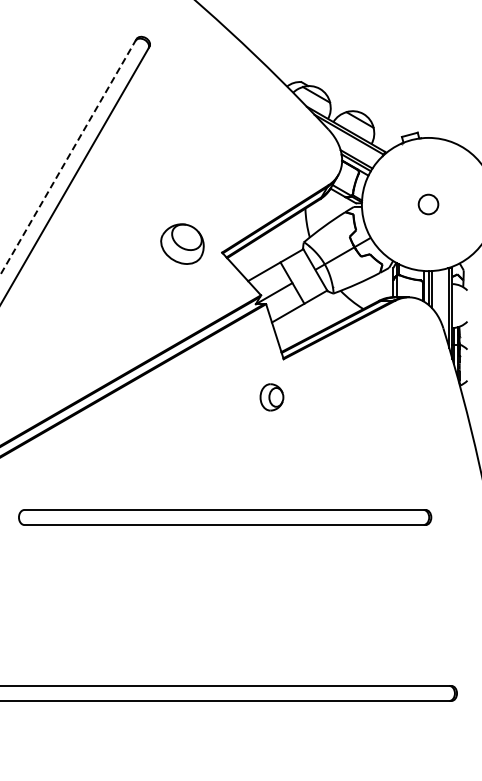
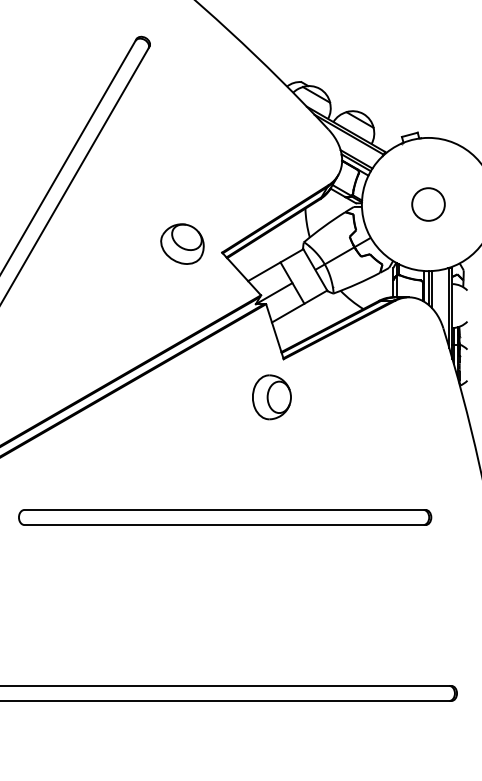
line at (68, 157): dashed -> solid
circle at (428, 204) diameter: 20 px -> 33 px
part at (271, 397) size: 26x29 px -> 40x47 px
